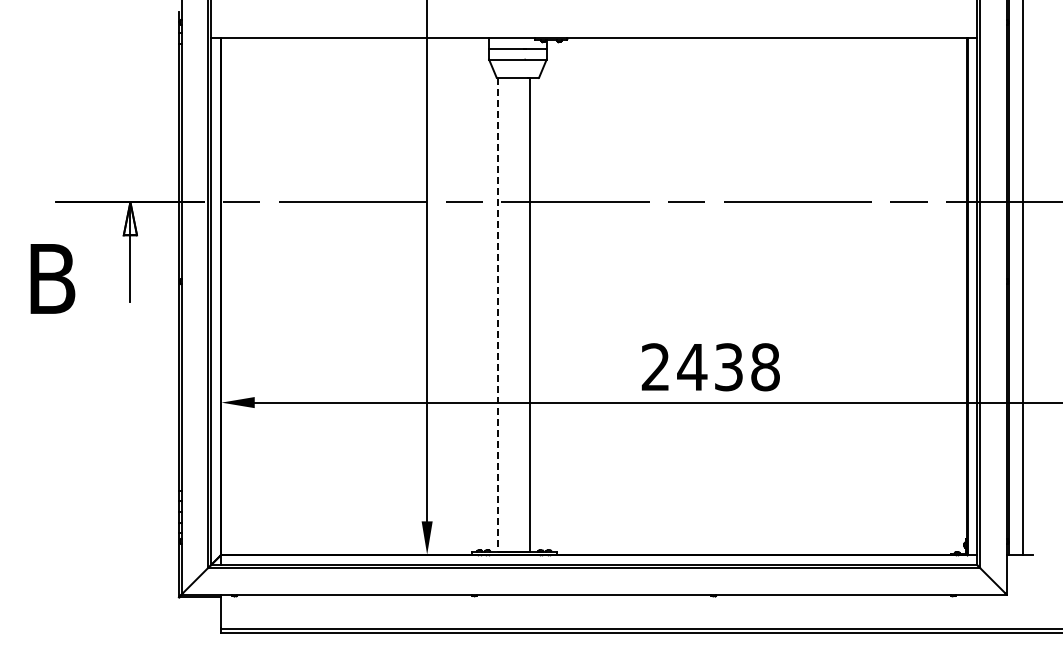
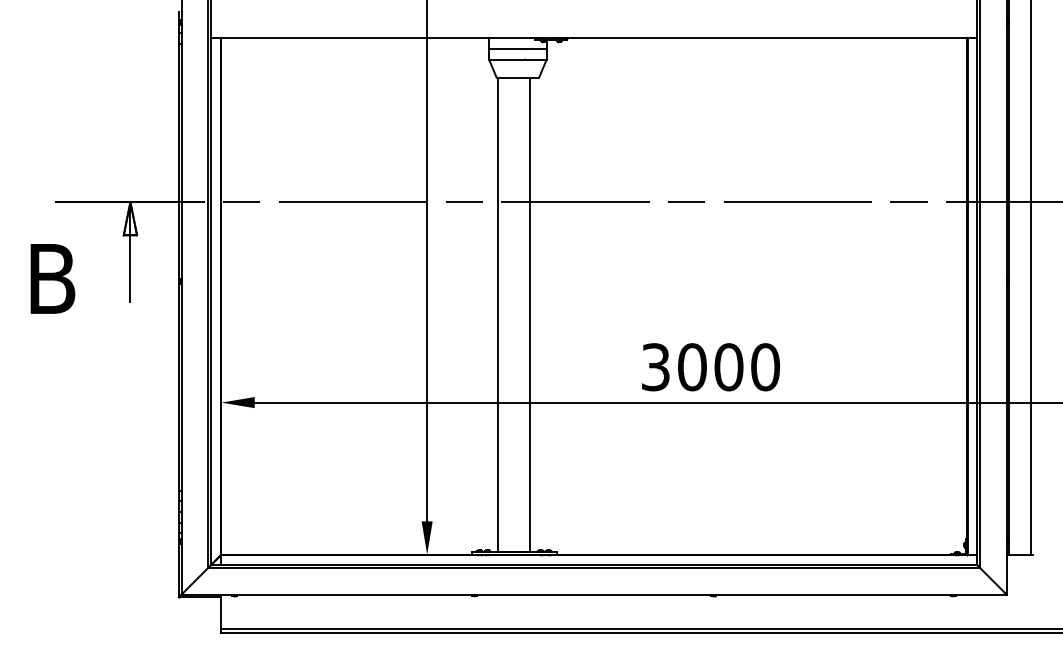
line at (1022, 278) position: (1022, 278) -> (1030, 278)
line at (498, 315): dashed -> solid
text at (710, 367): 2438 -> 3000
